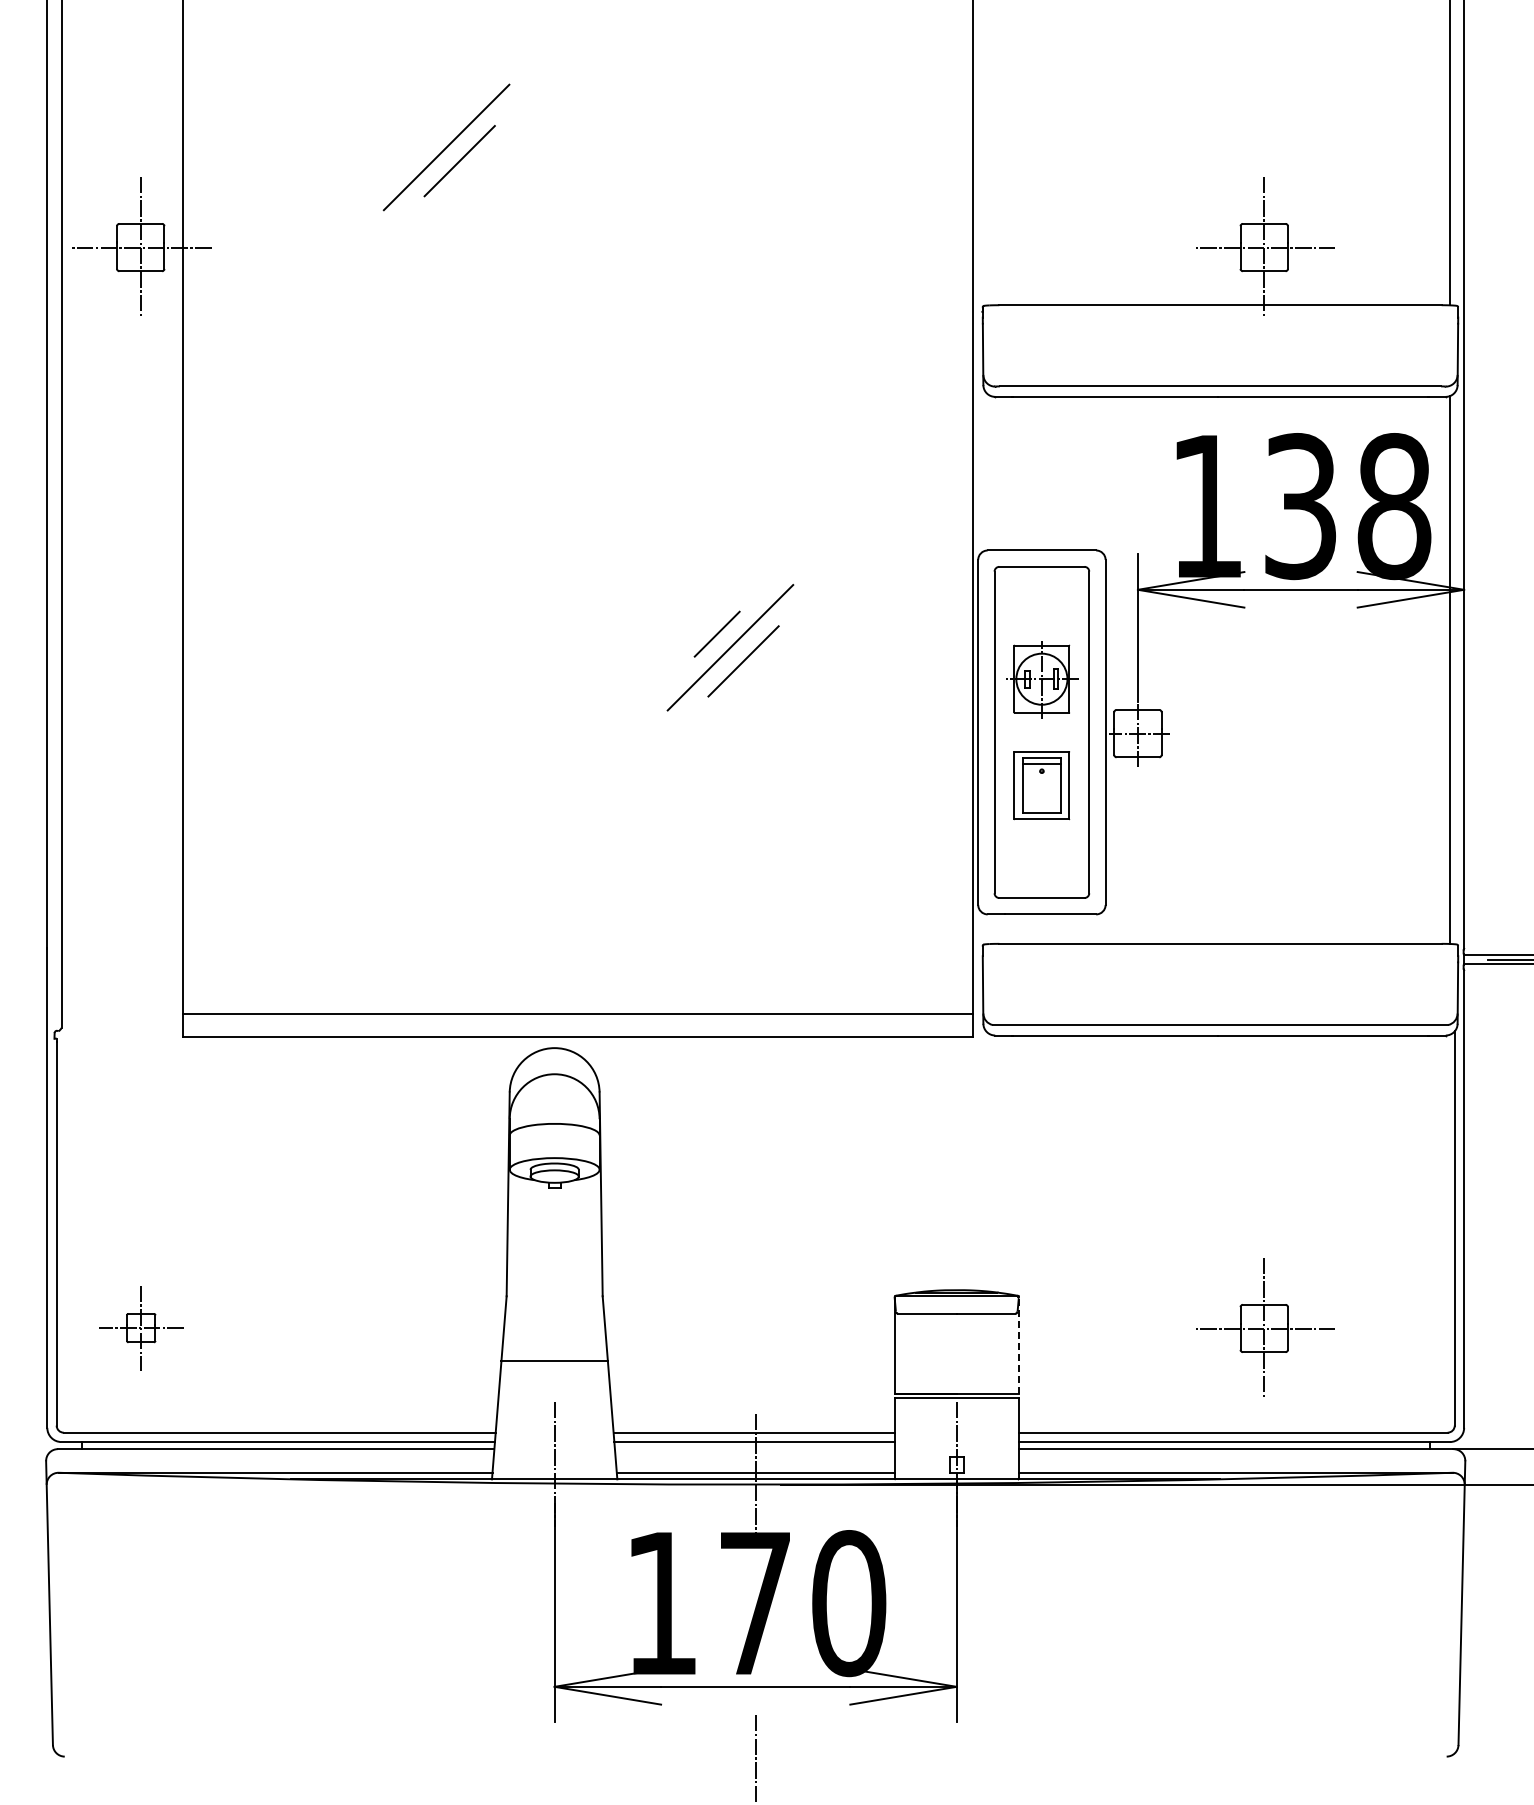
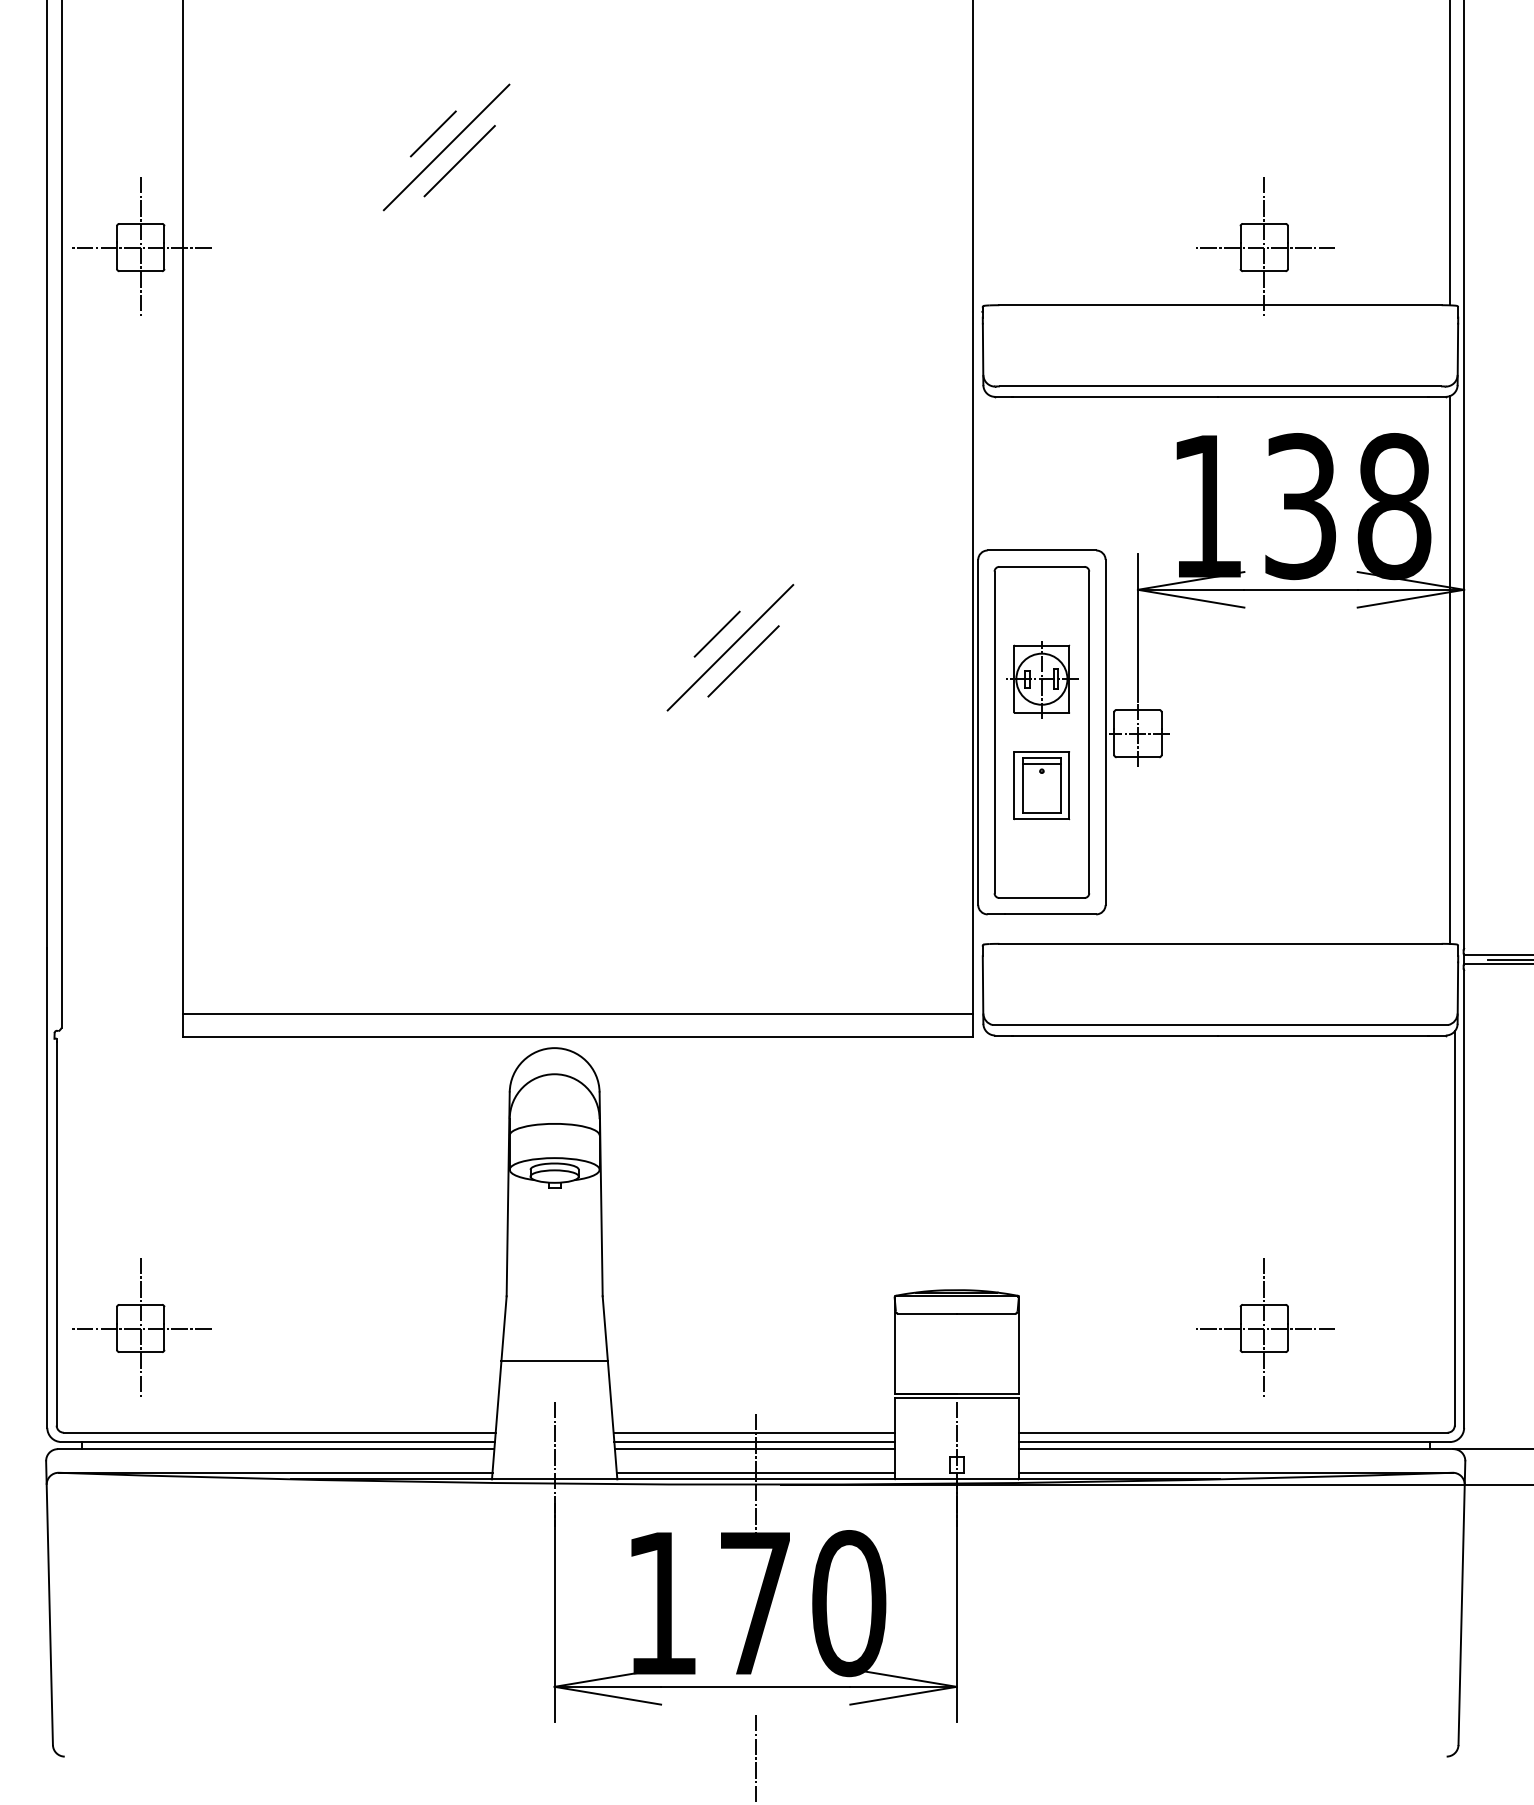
line at (432, 133): none -> present
part at (141, 1328) size: 85x85 px -> 140x139 px
line at (1018, 1345): dashed -> solid
line at (754, 1449): none -> present
